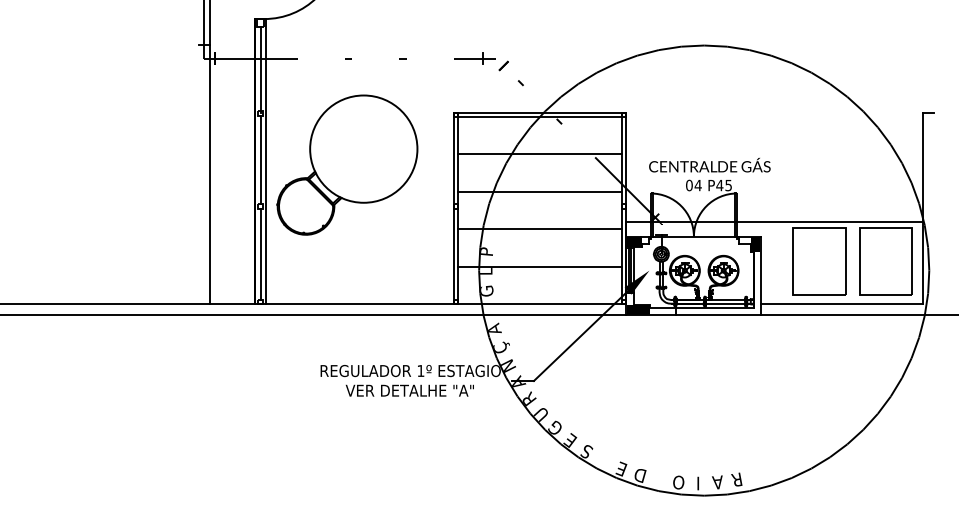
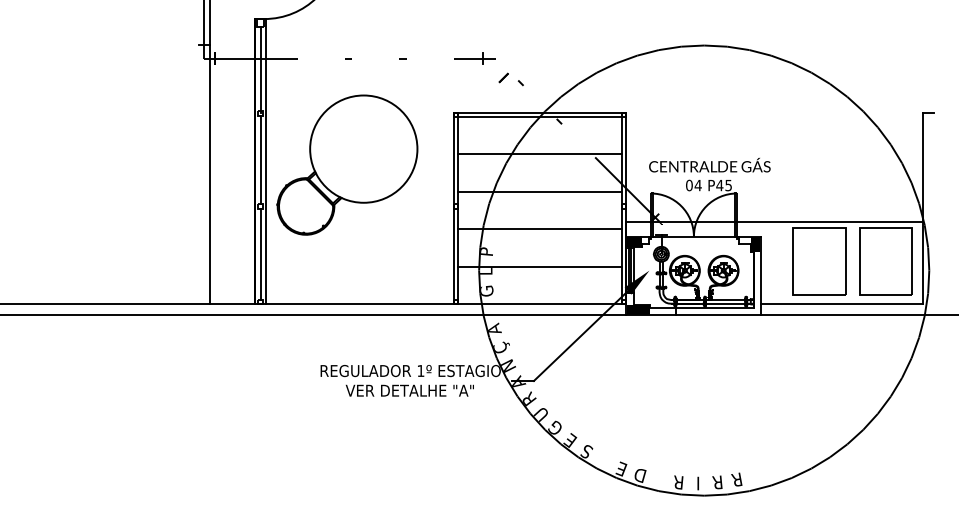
line at (503, 65) position: (503, 65) -> (503, 77)
text at (678, 482): O -> R
text at (717, 482): A -> R
